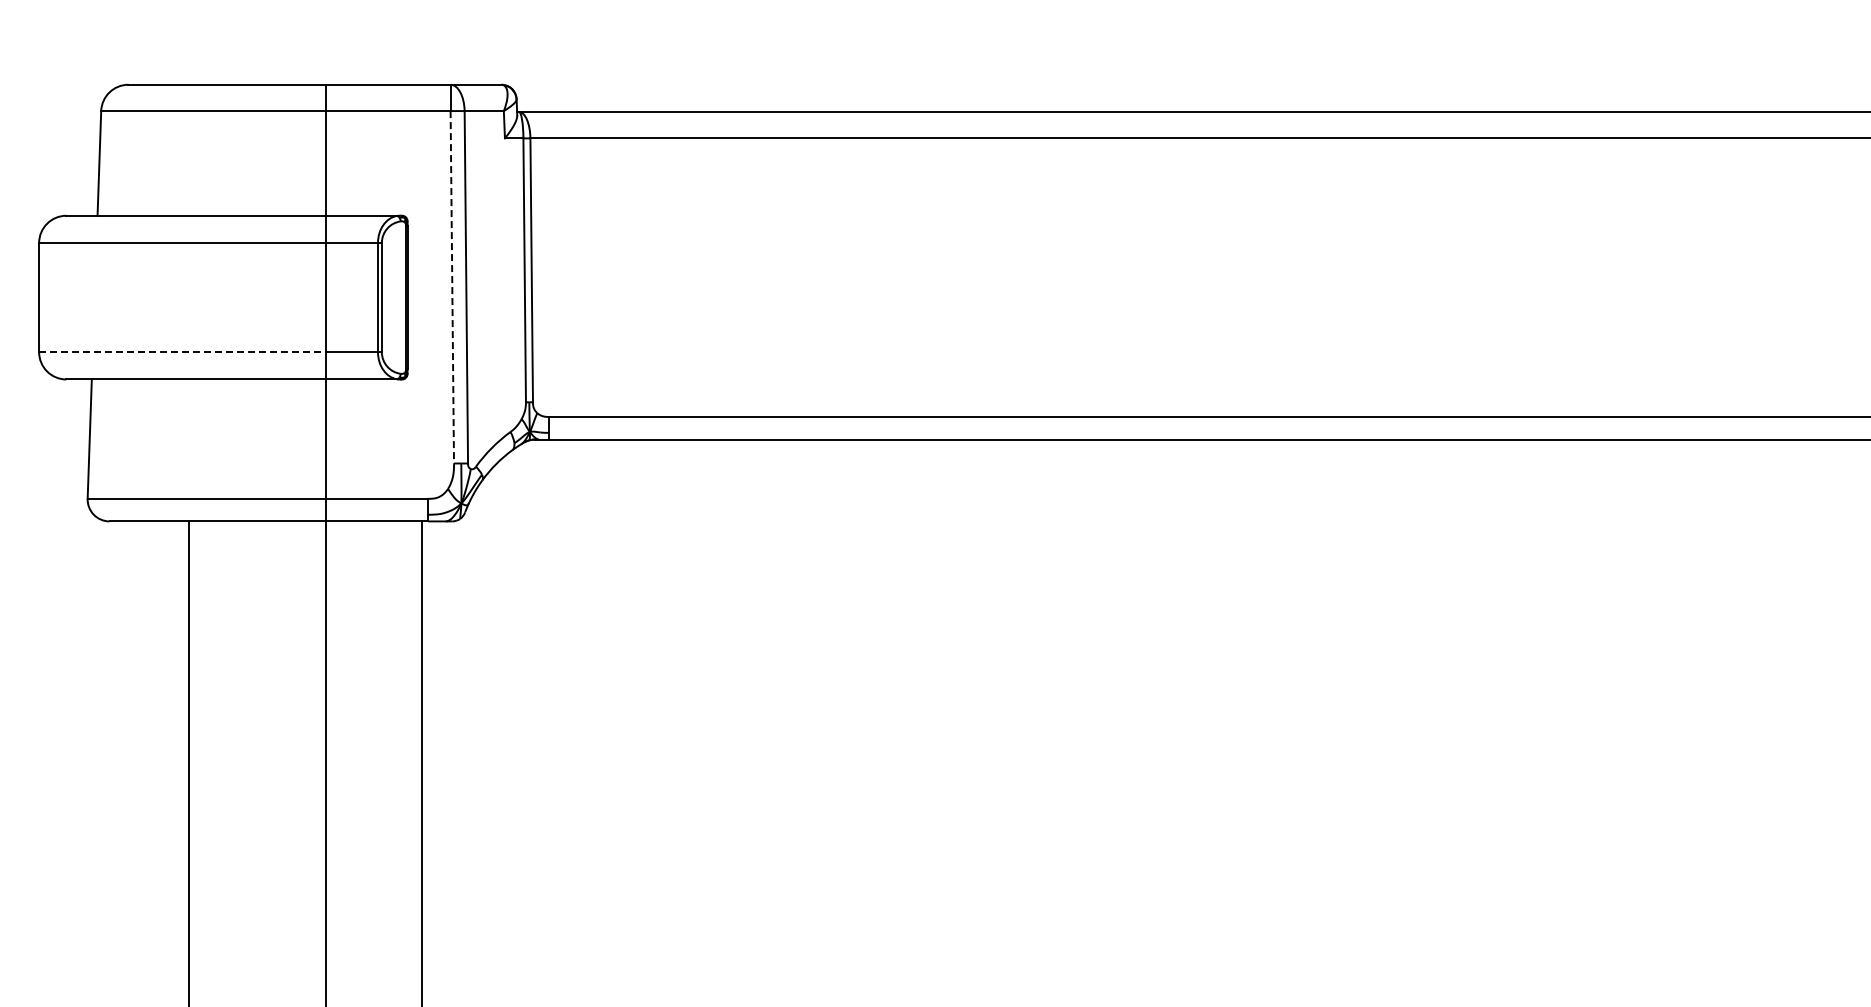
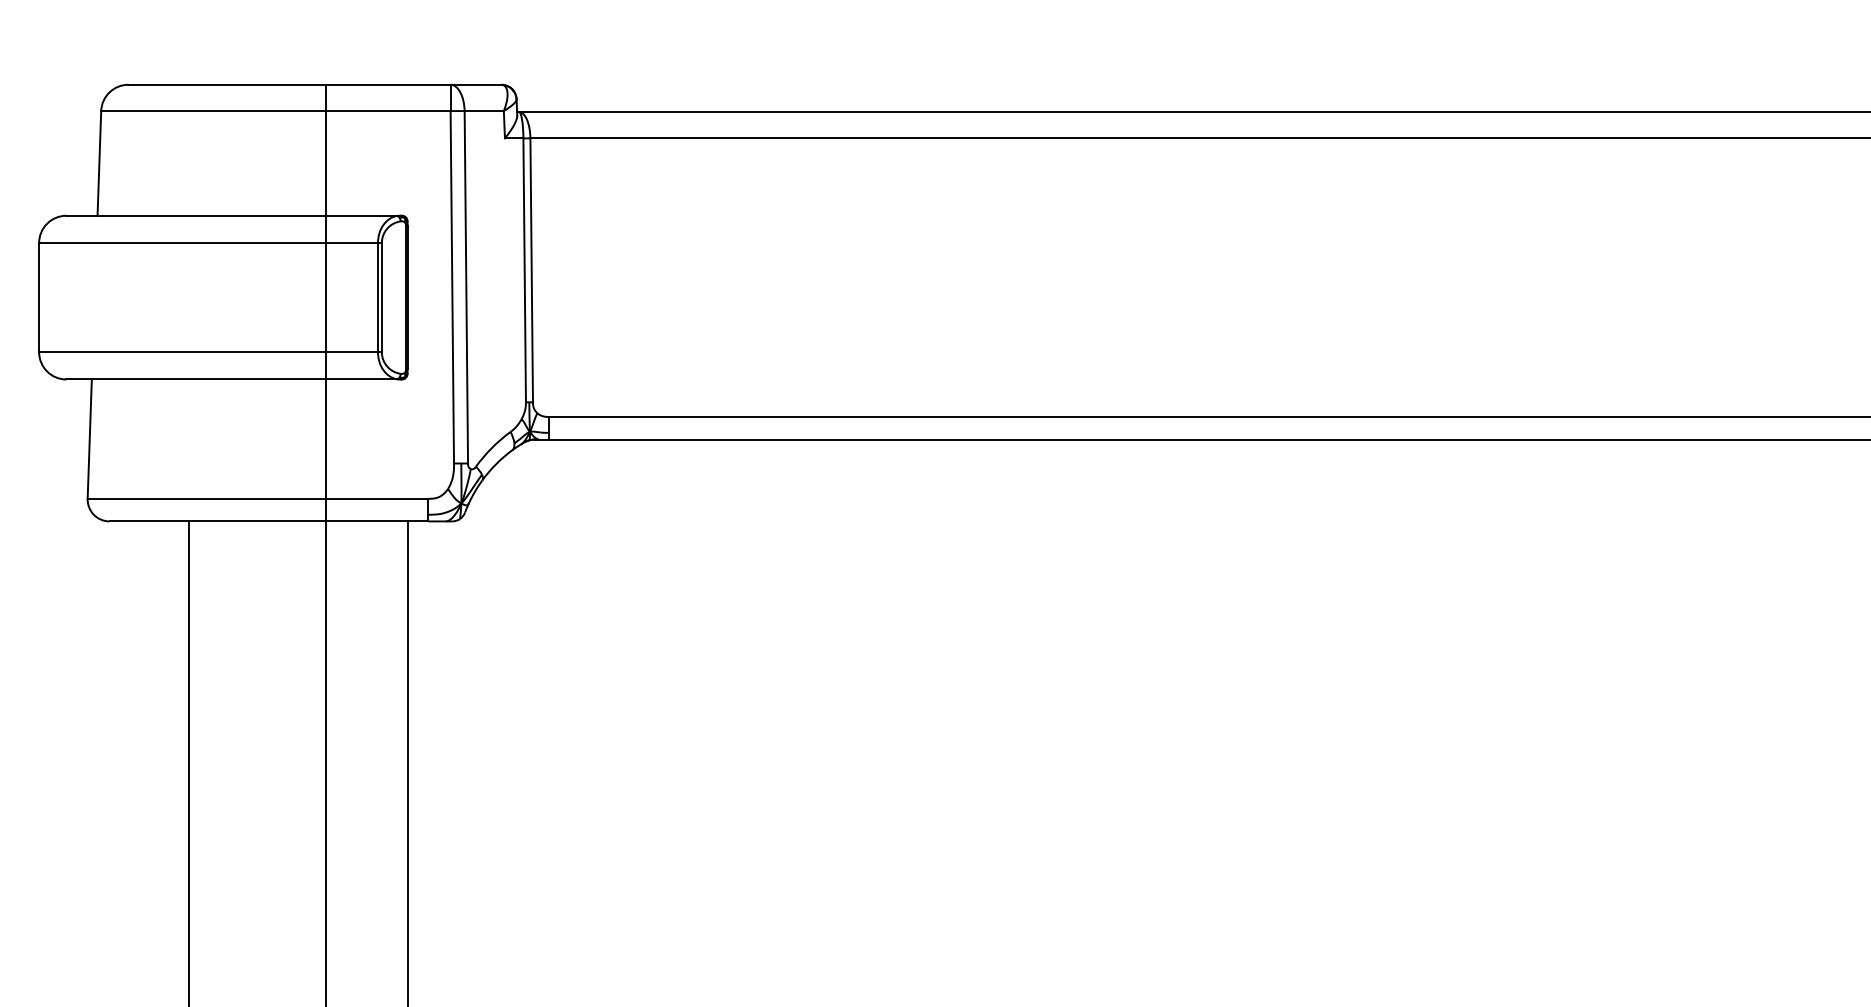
line at (452, 287): dashed -> solid
line at (182, 352): dashed -> solid
line at (421, 762) position: (421, 762) -> (407, 762)
